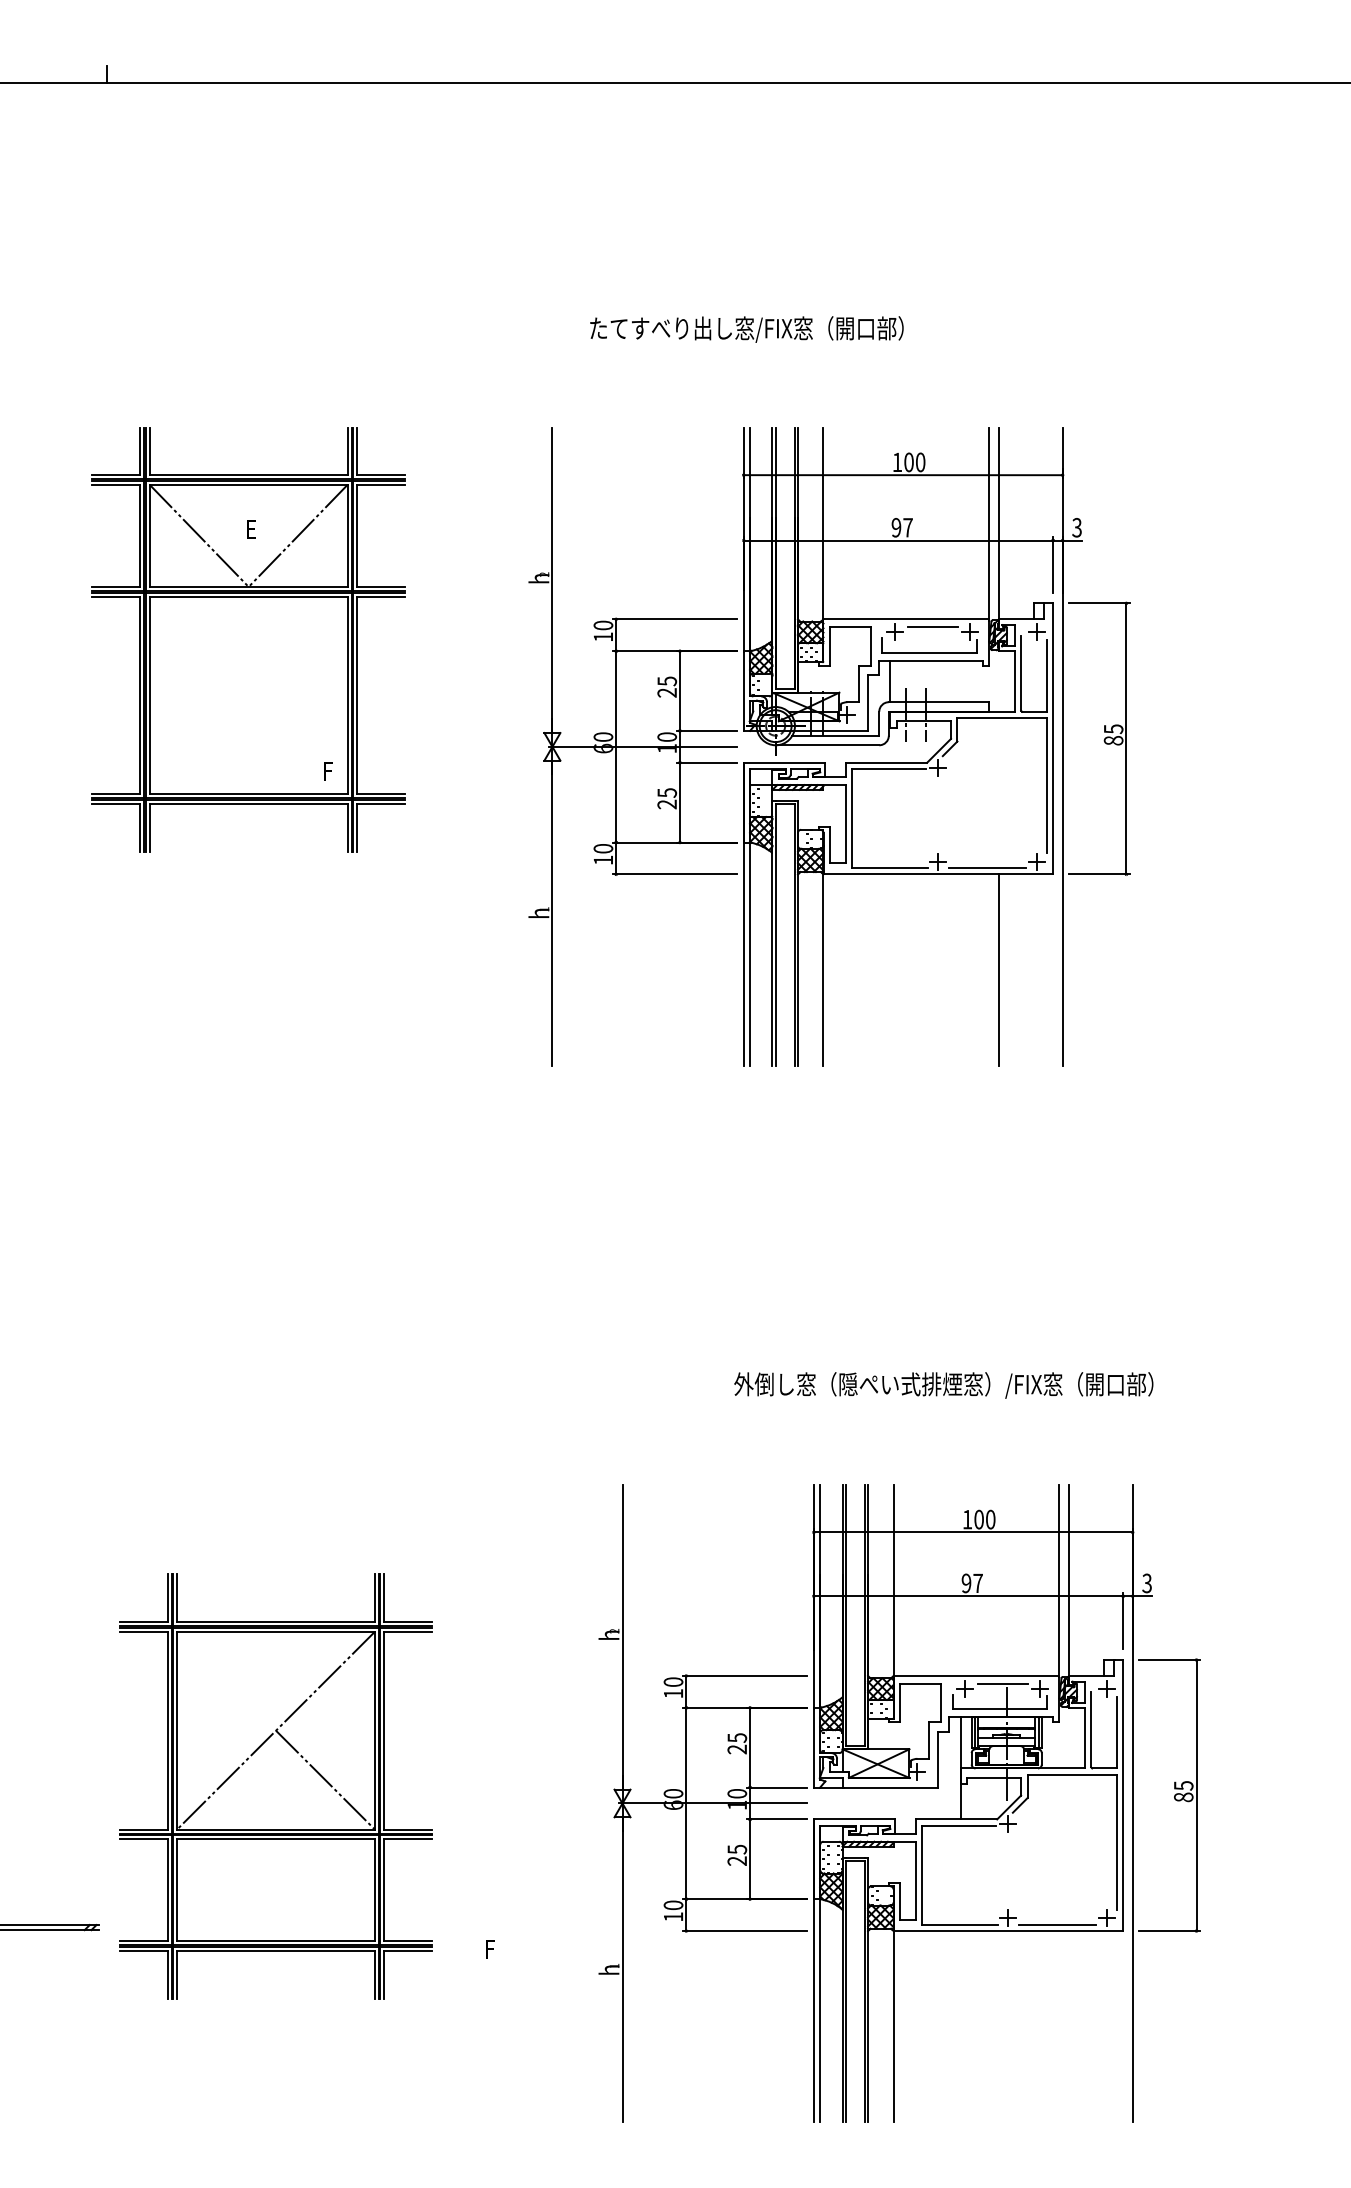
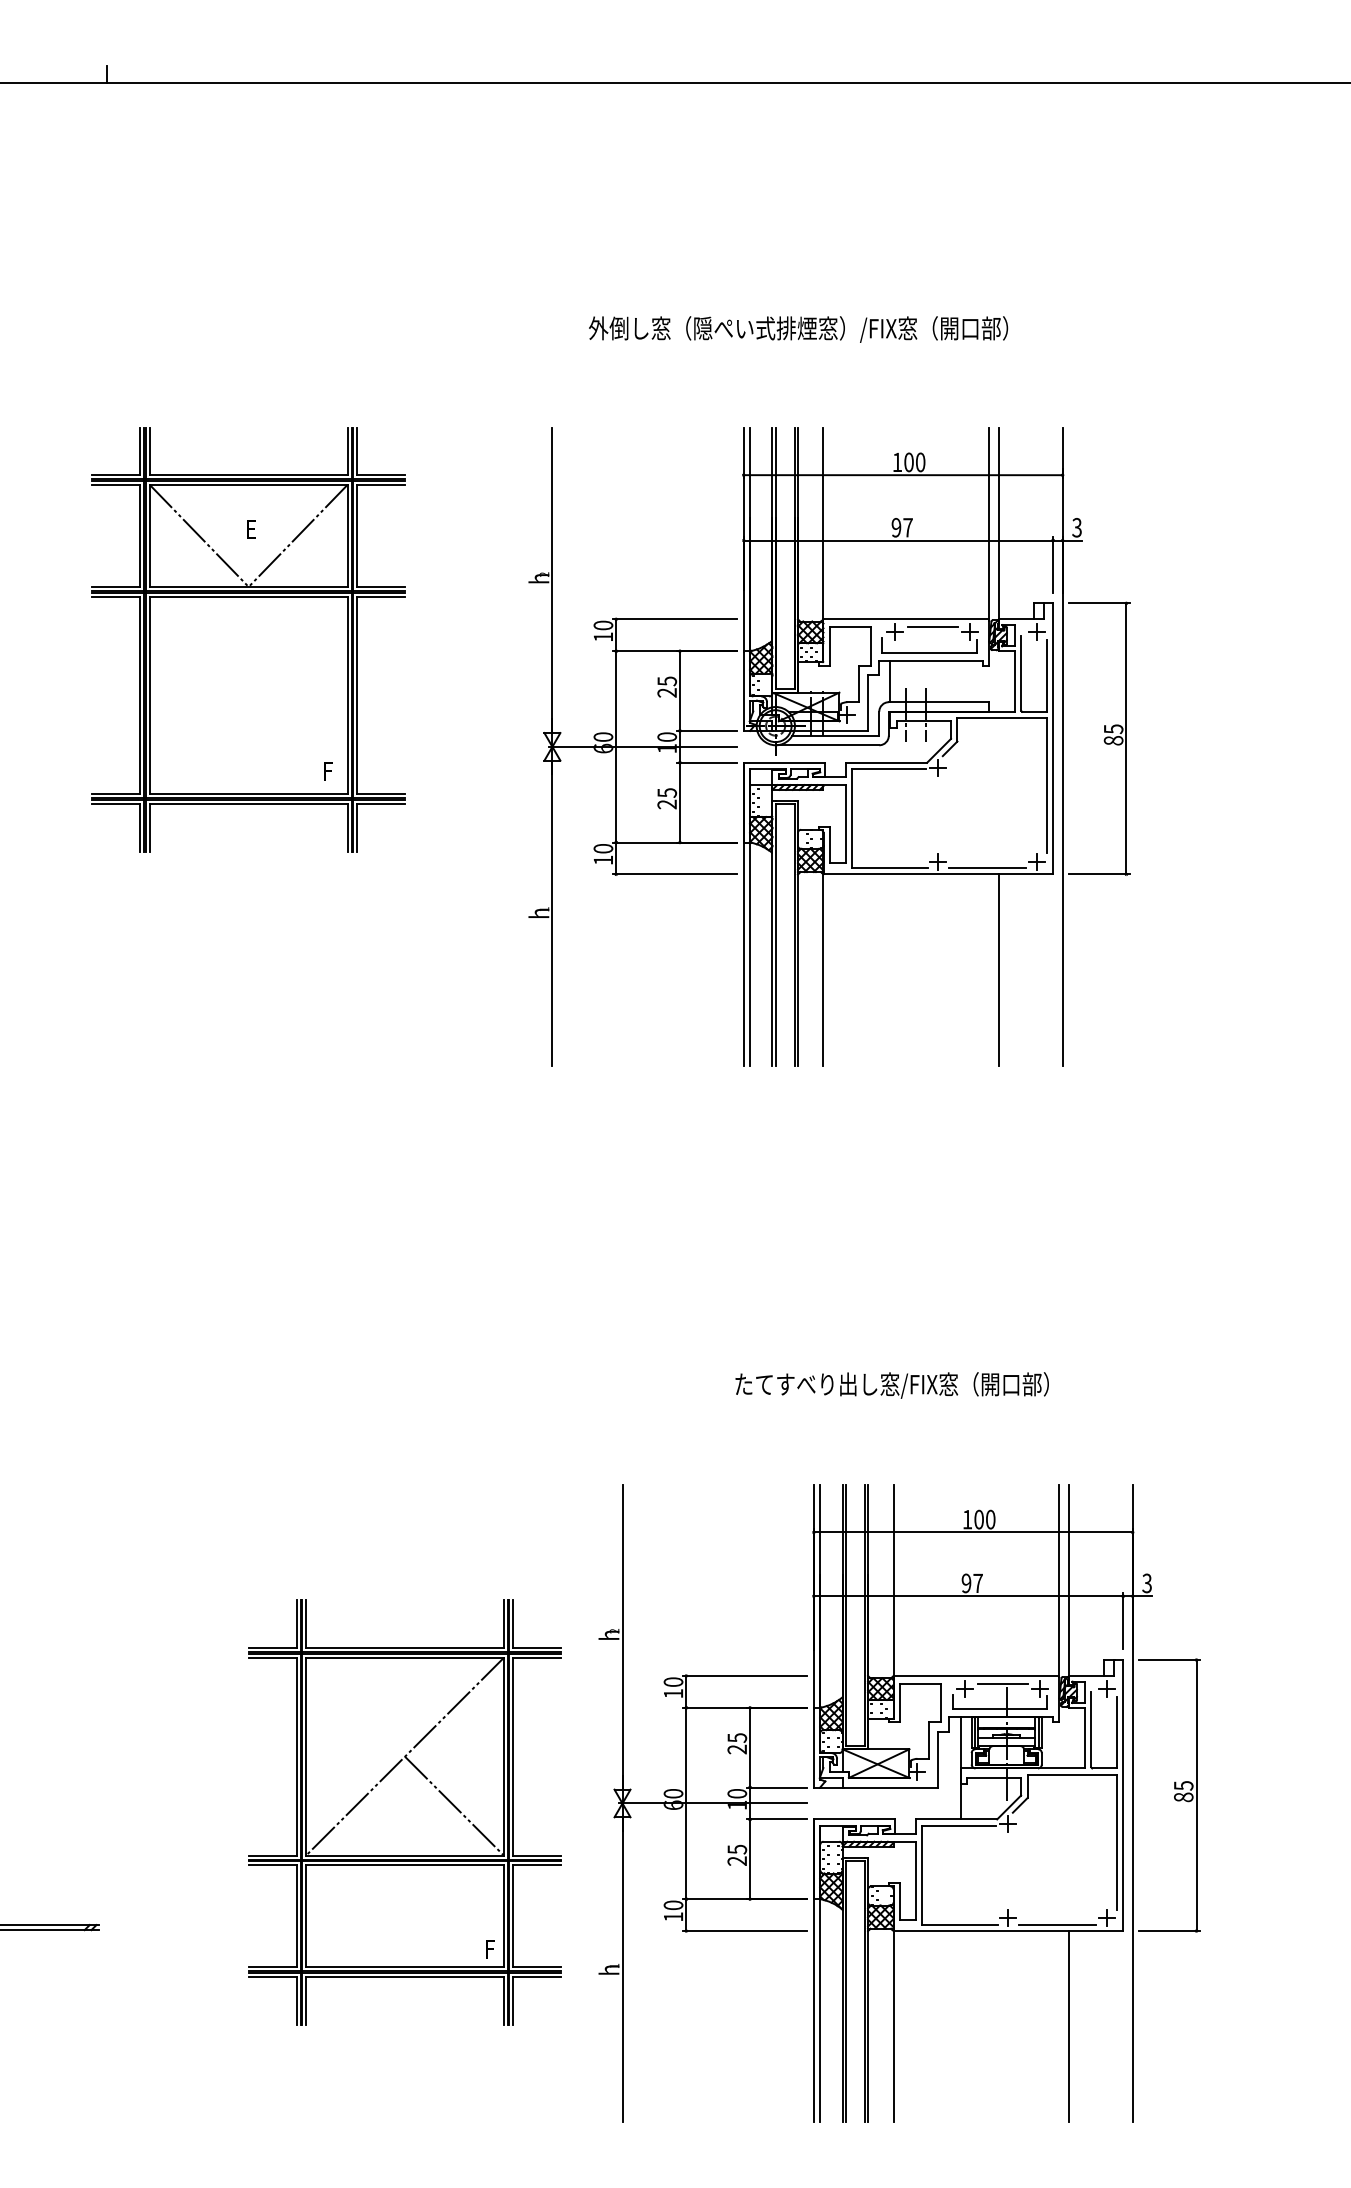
text at (798, 329): たてすべり出し窓/FIX窓（開口部） -> 外倒し窓（隠ぺい式排煙窓）/FIX窓（開口部）
text at (943, 1385): 外倒し窓（隠ぺい式排煙窓）/FIX窓（開口部） -> たてすべり出し窓/FIX窓（開口部）
part at (275, 1786) position: (275, 1786) -> (404, 1812)
line at (1068, 2026): none -> present
